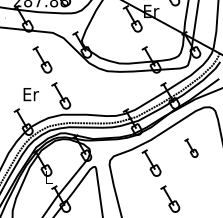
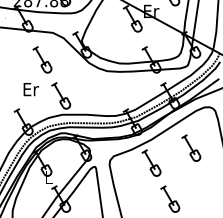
text at (30, 94) position: (30, 94) -> (30, 89)
part at (191, 147) size: 15x20 px -> 21x28 px
